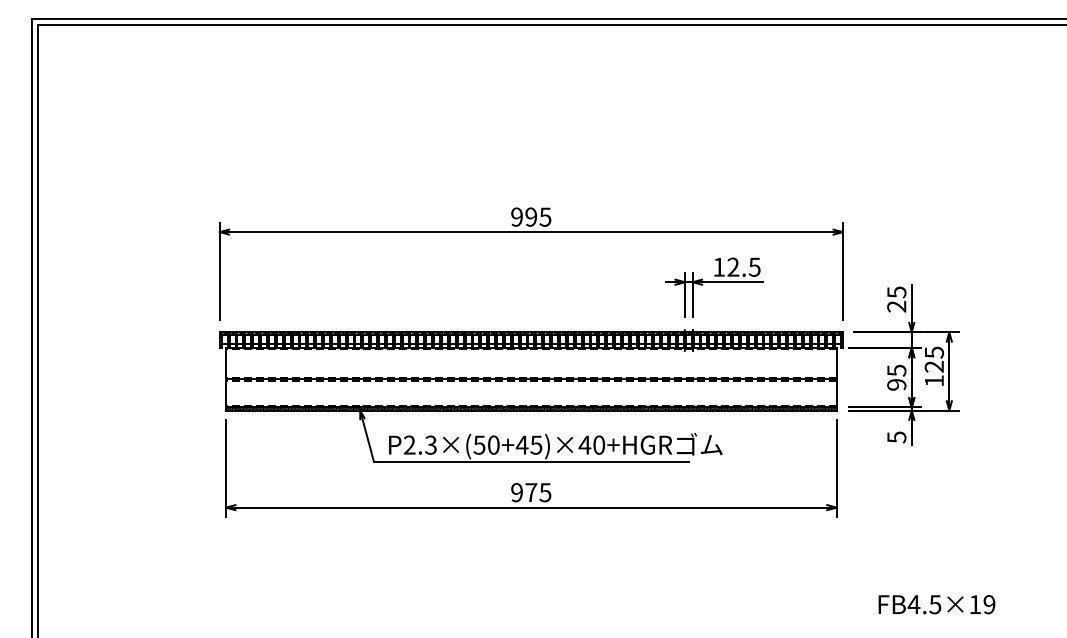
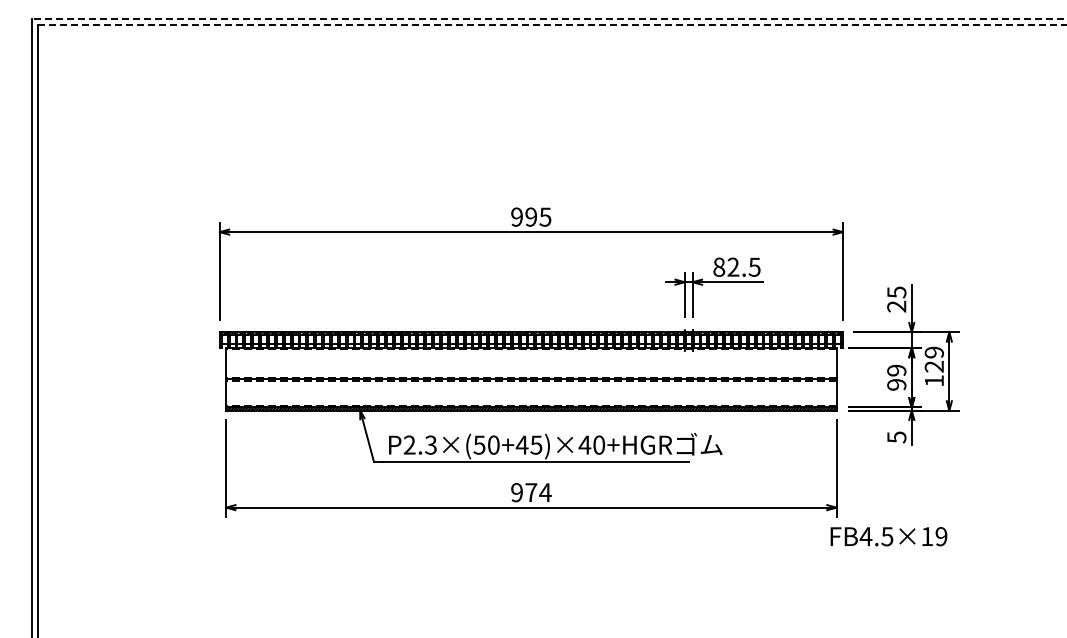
line at (548, 19): solid -> dashed
line at (552, 25): solid -> dashed
text at (719, 266): 12.5 -> 82.5
text at (933, 352): 125 -> 129
text at (896, 370): 95 -> 99
text at (545, 492): 975 -> 974
text at (936, 604) position: (936, 604) -> (888, 536)
